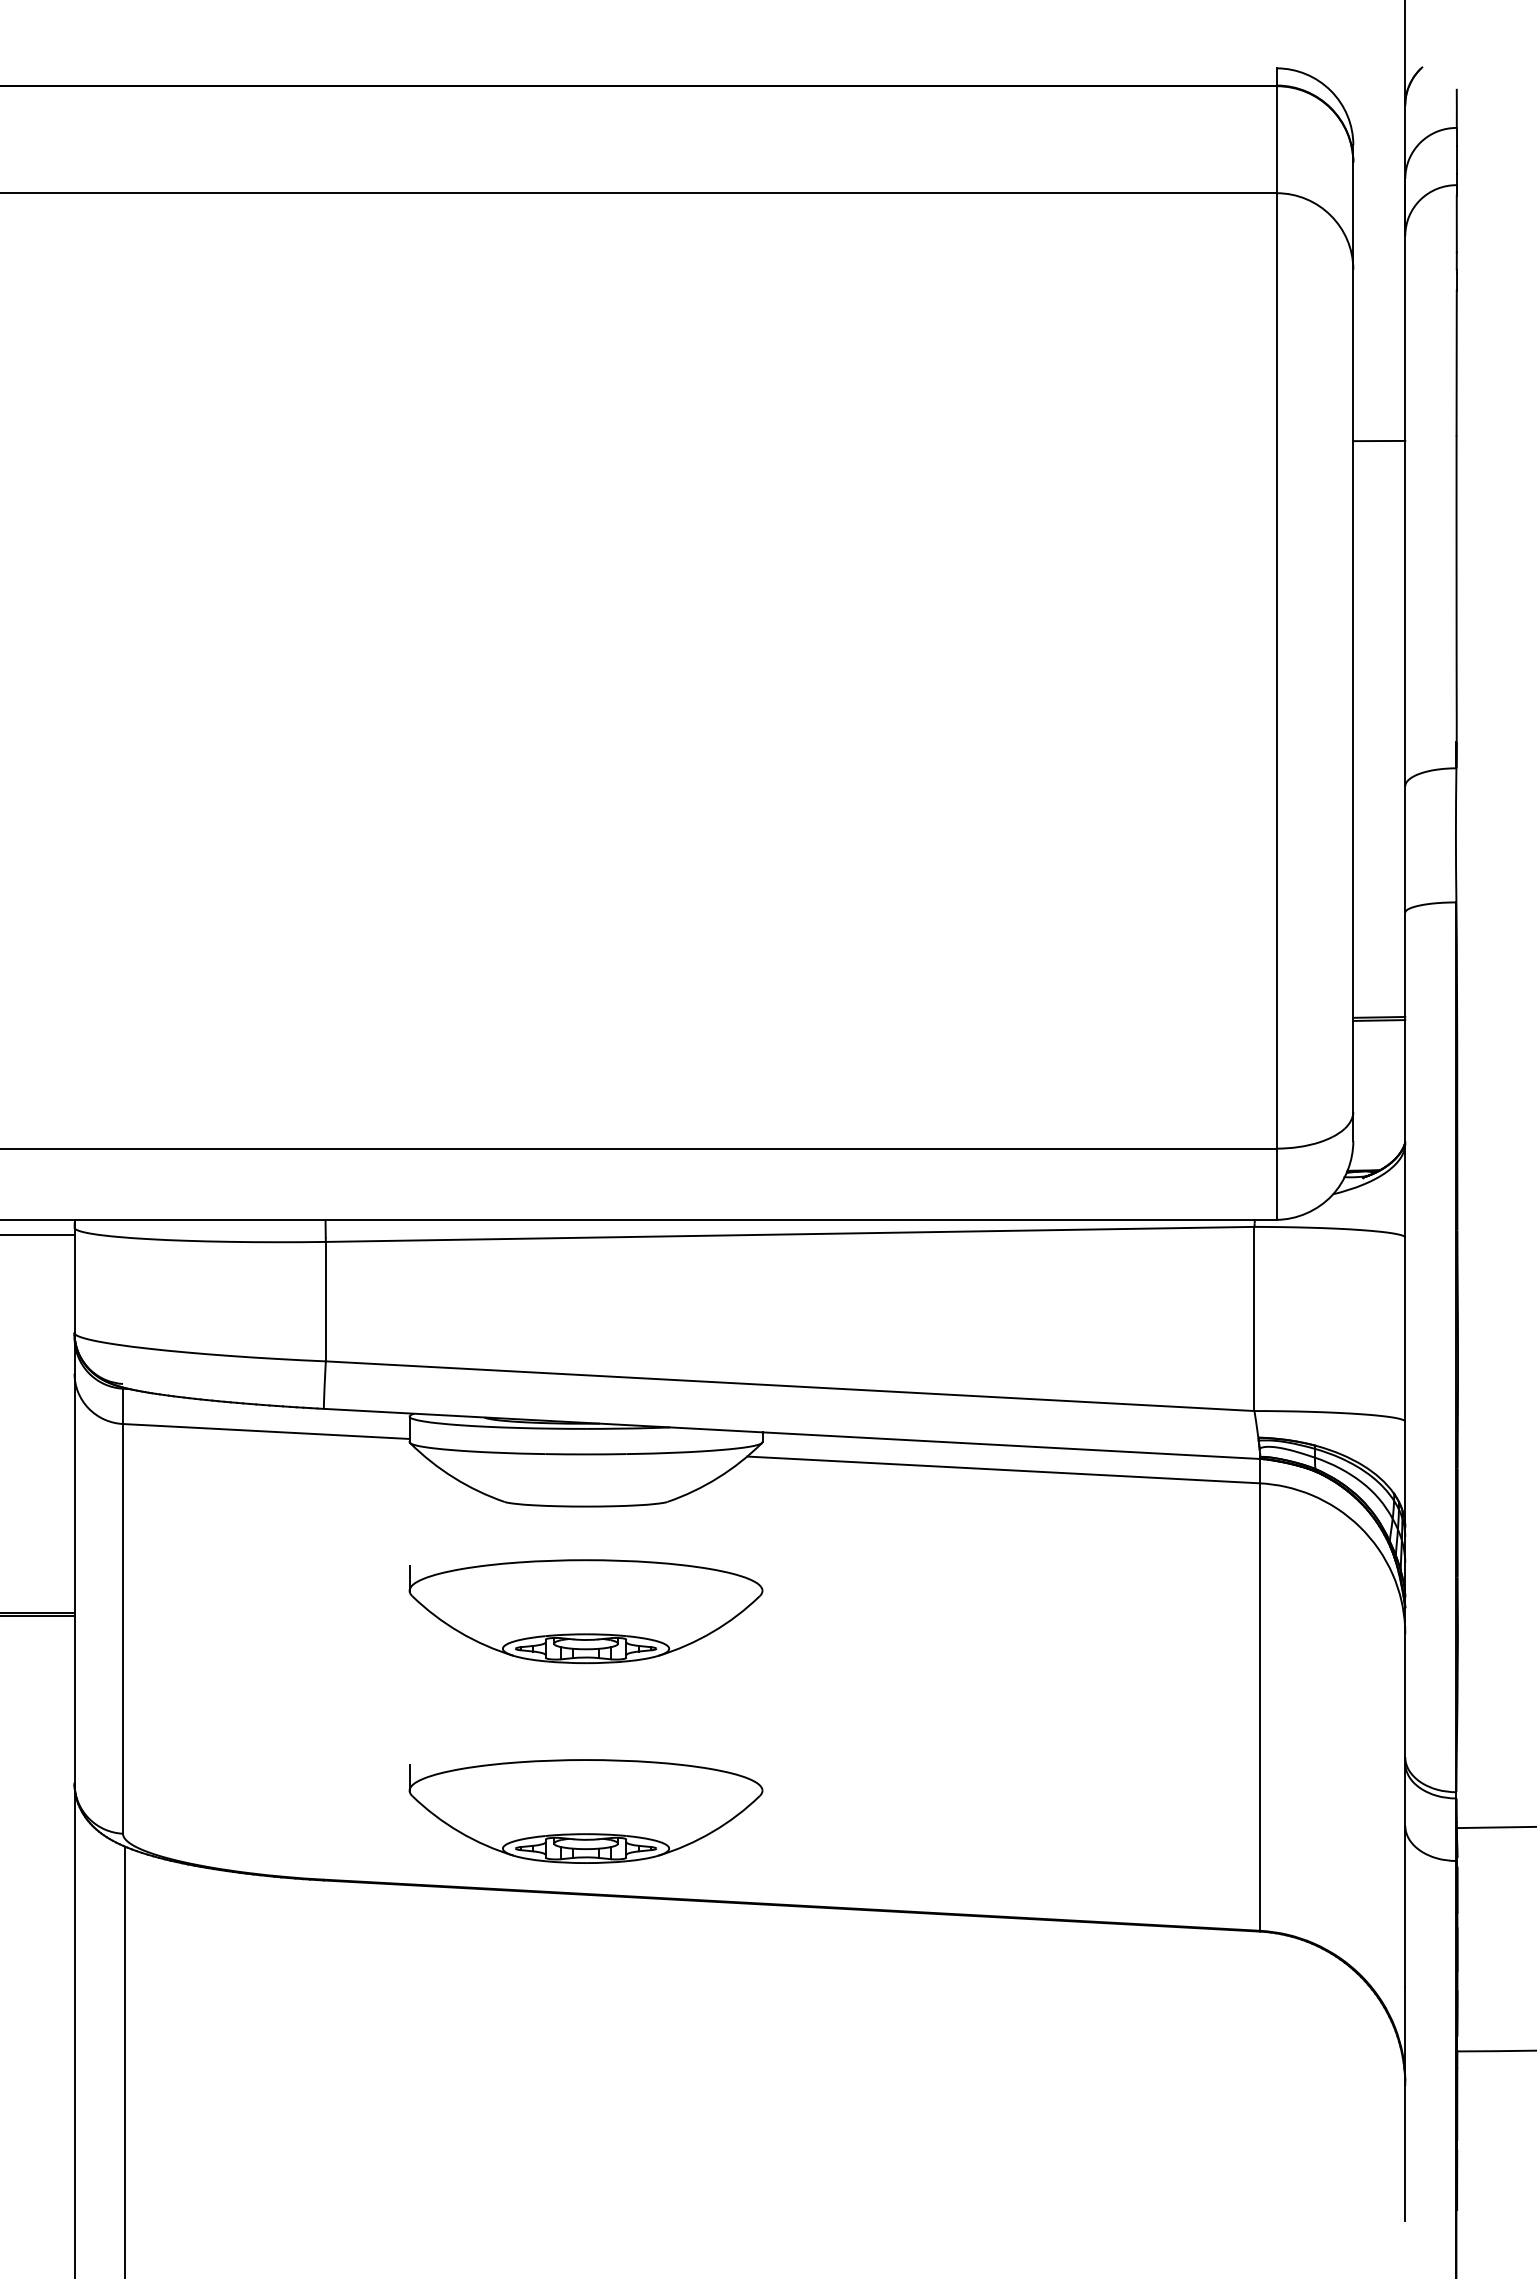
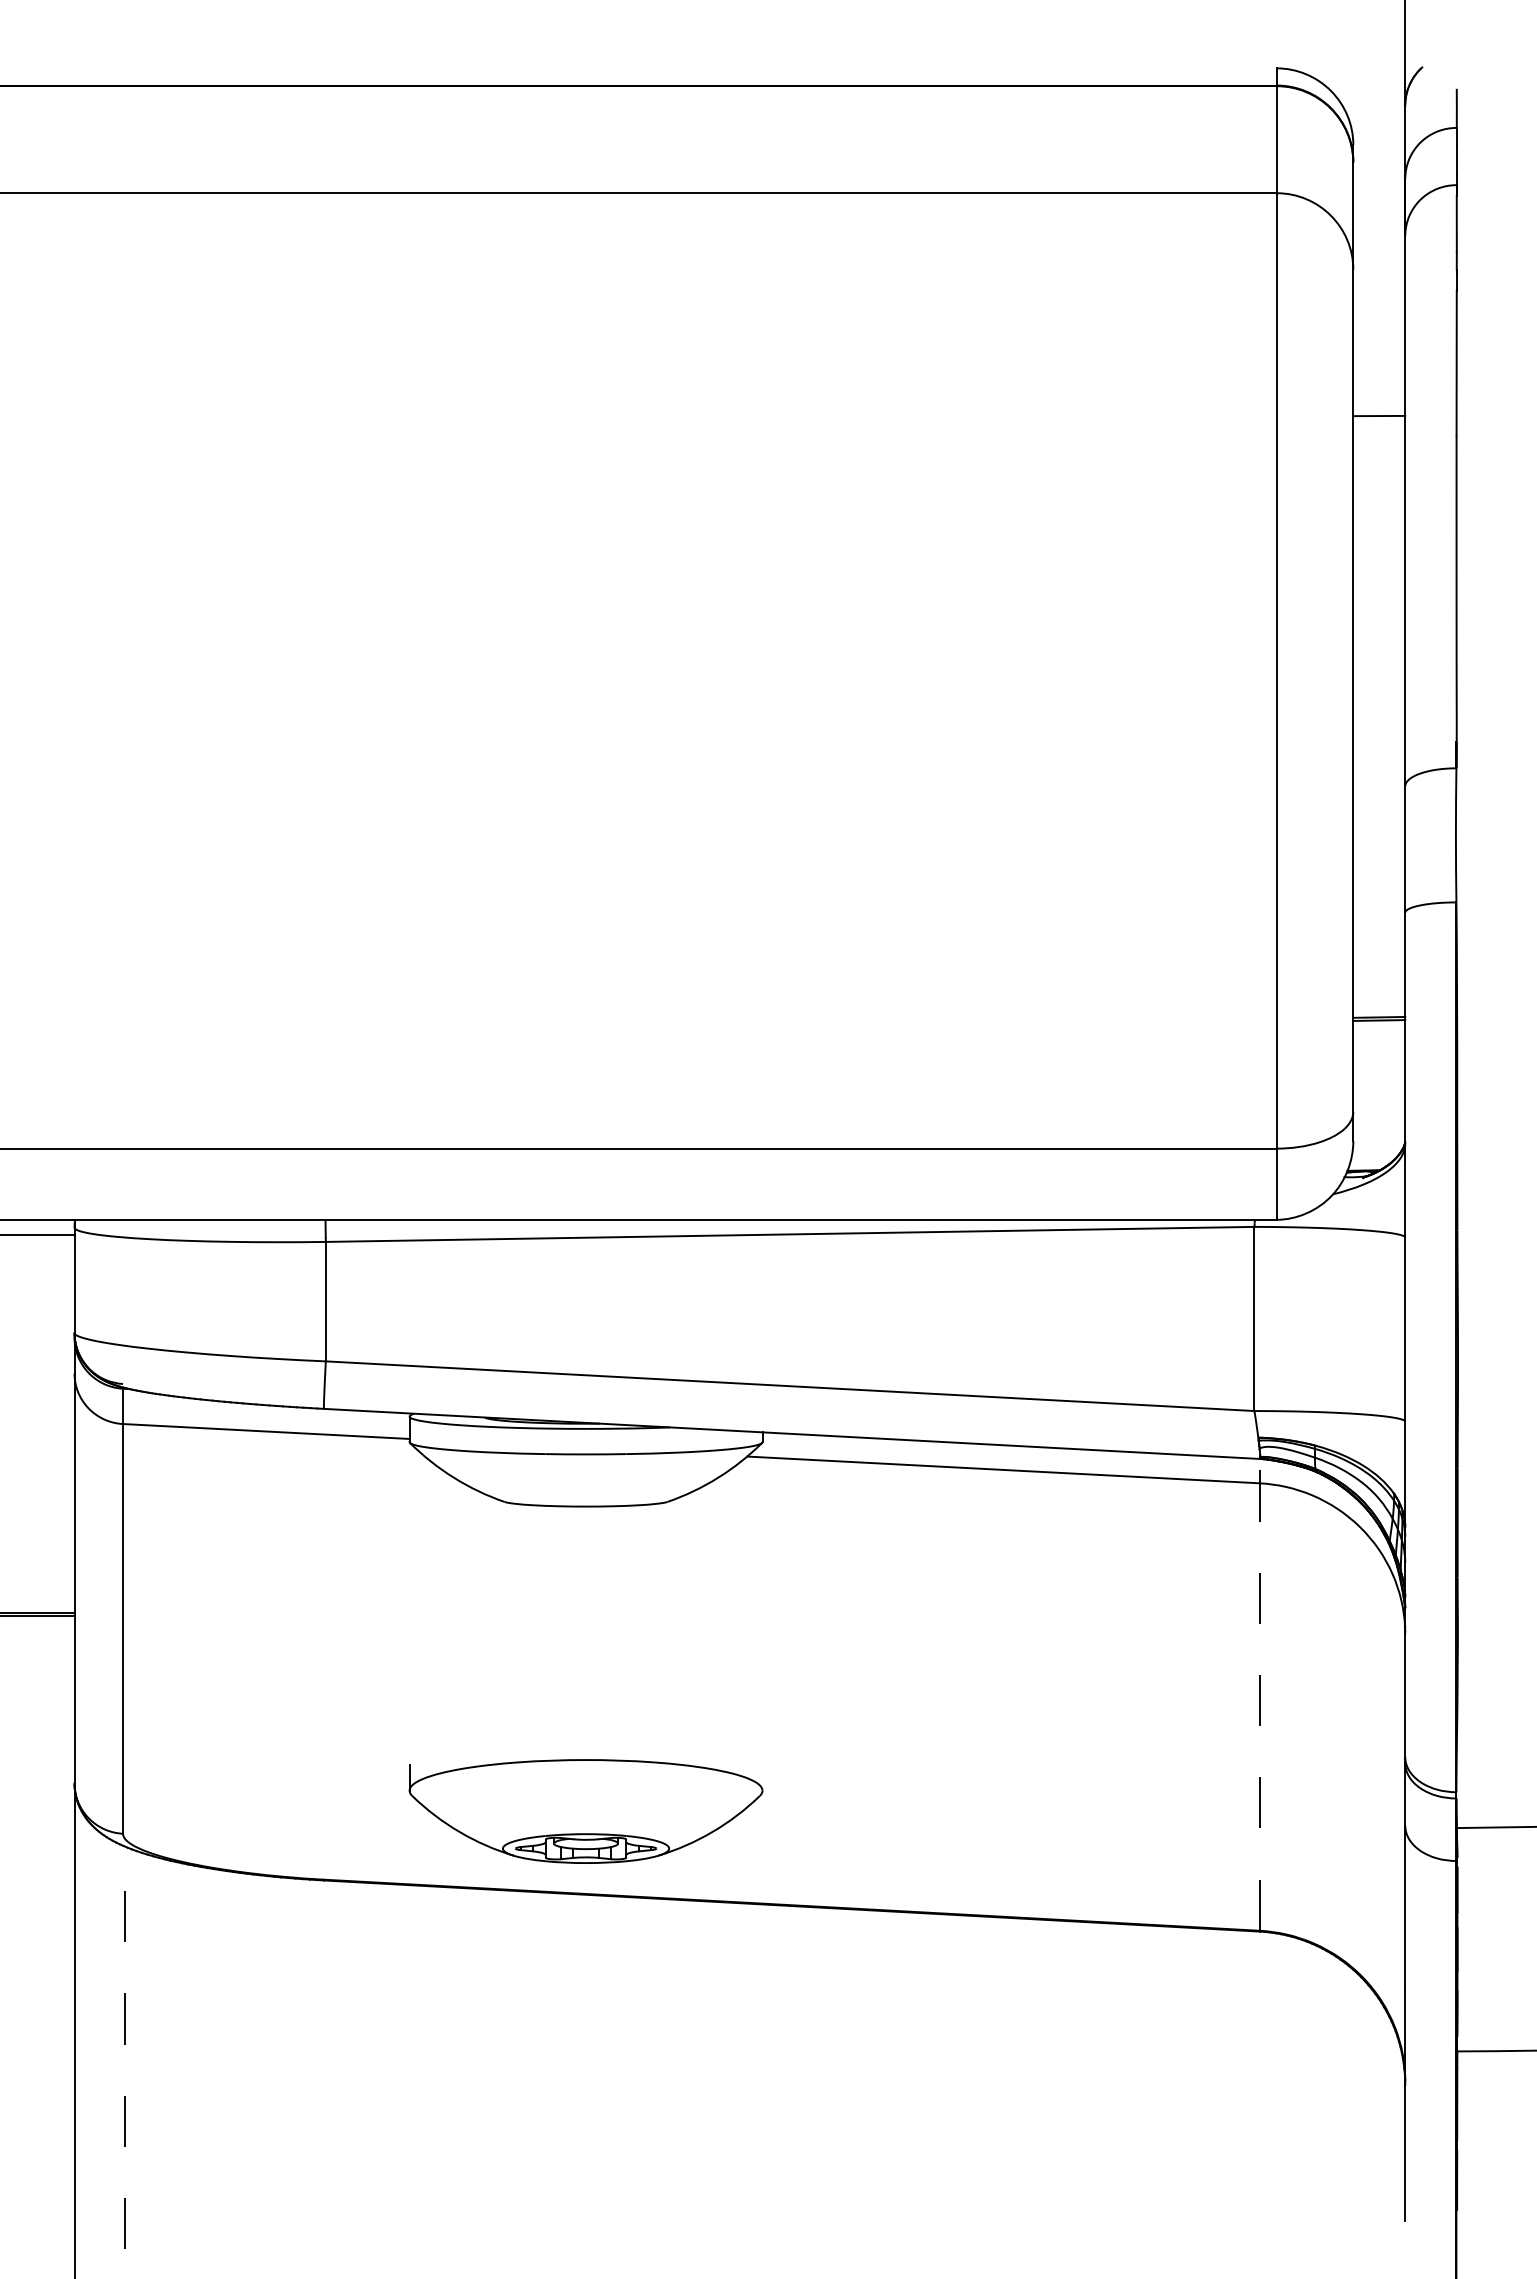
line at (1379, 440) position: (1379, 440) -> (1379, 415)
part at (585, 1611): present -> none
line at (1259, 1694): solid -> dashed
line at (124, 2062): solid -> dashed
